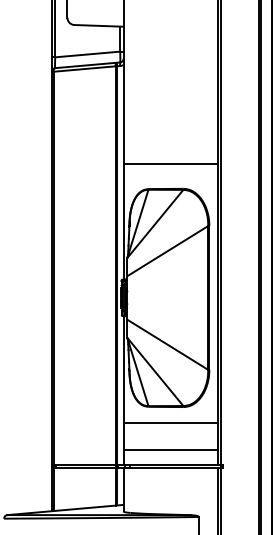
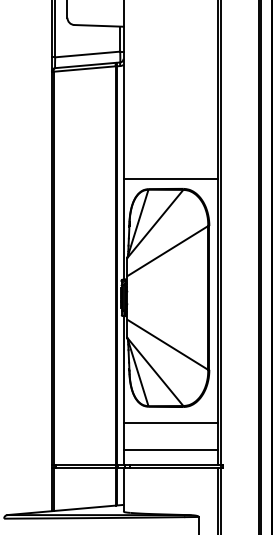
line at (170, 163) position: (170, 163) -> (170, 178)
